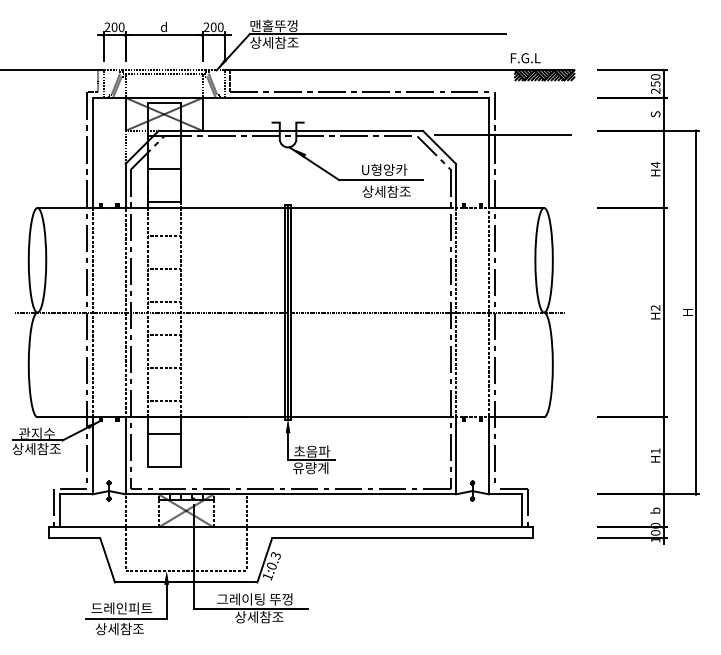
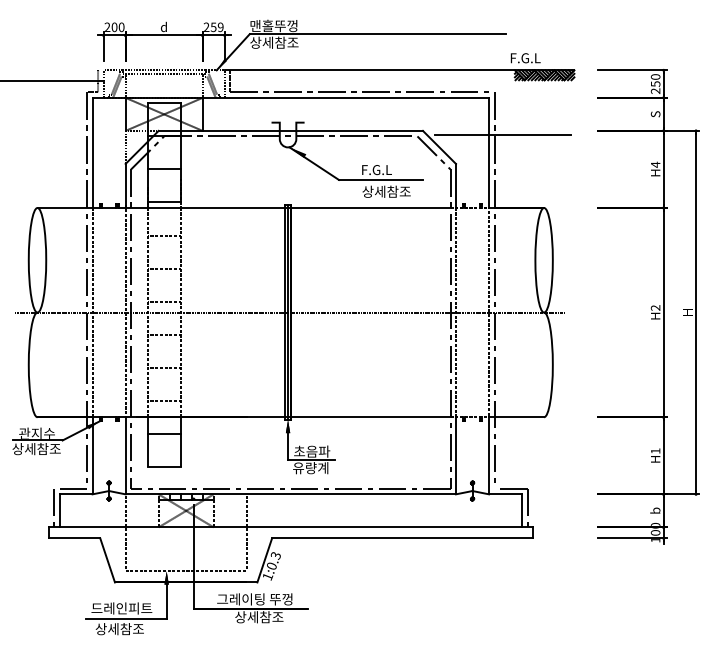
text at (216, 26): 200 -> 259
line at (52, 70) position: (52, 70) -> (52, 81)
text at (384, 169): U형앙카 -> F.G.L
